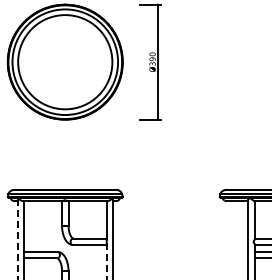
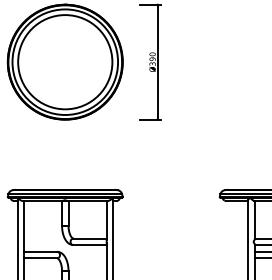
line at (17, 239): dashed -> solid
line at (106, 262): dashed -> solid
